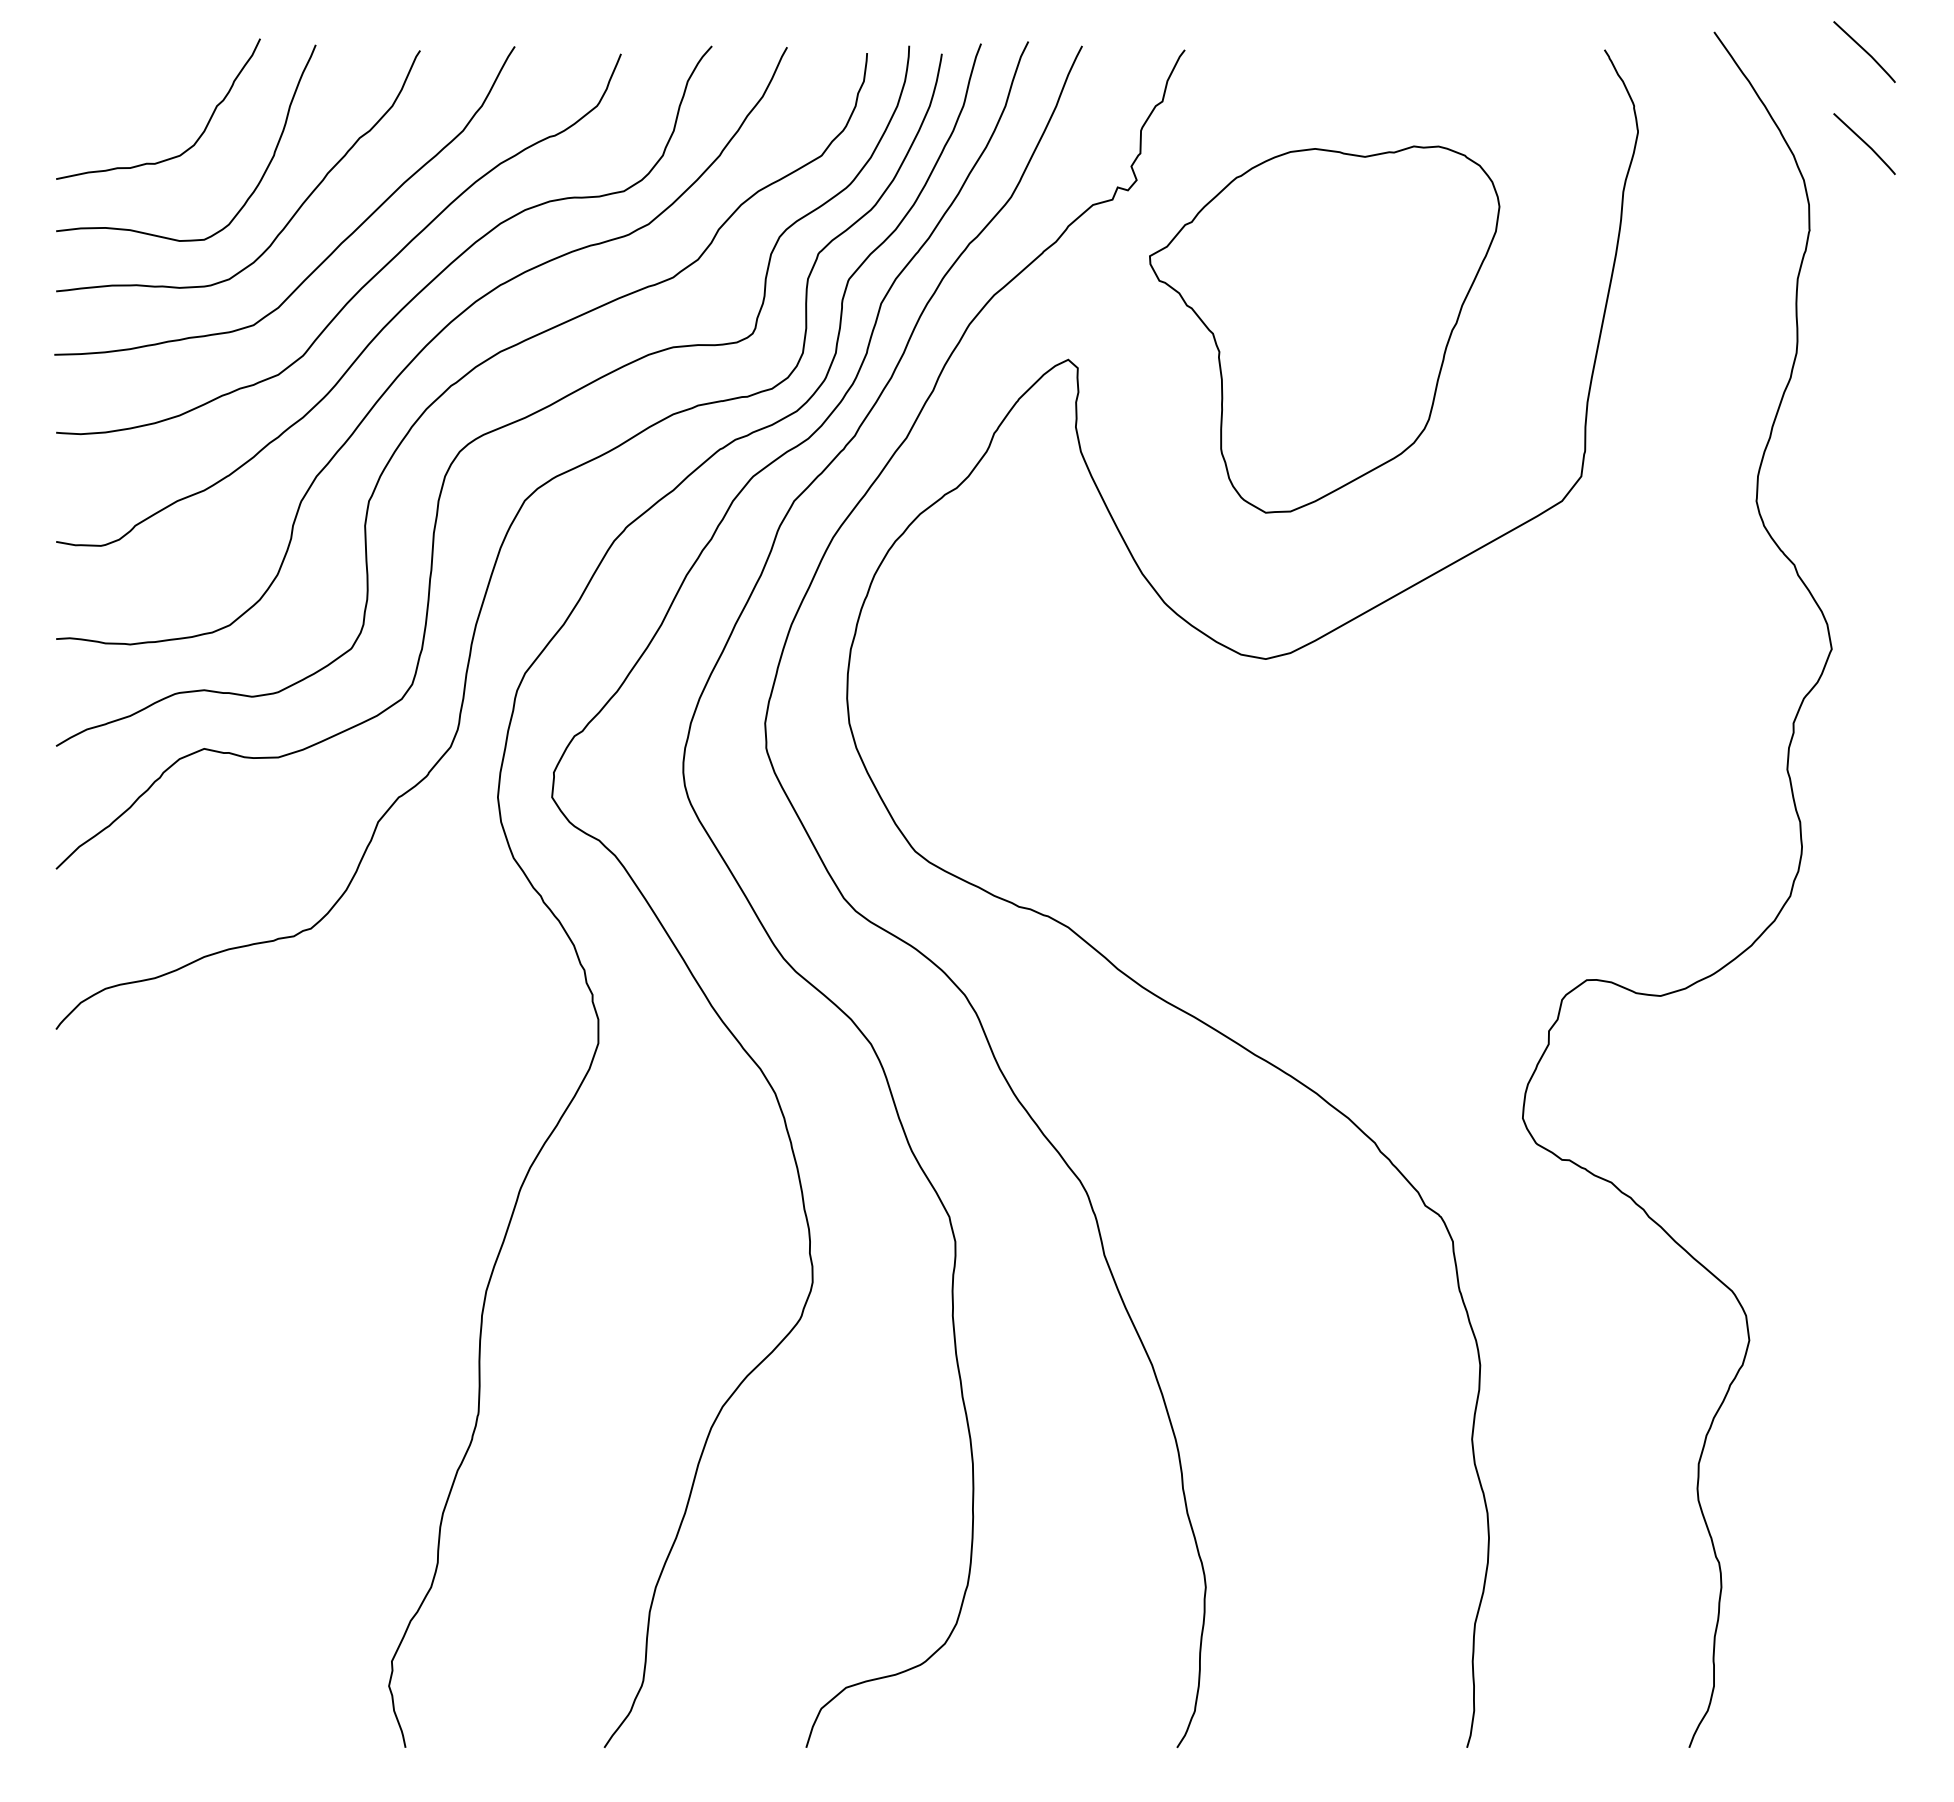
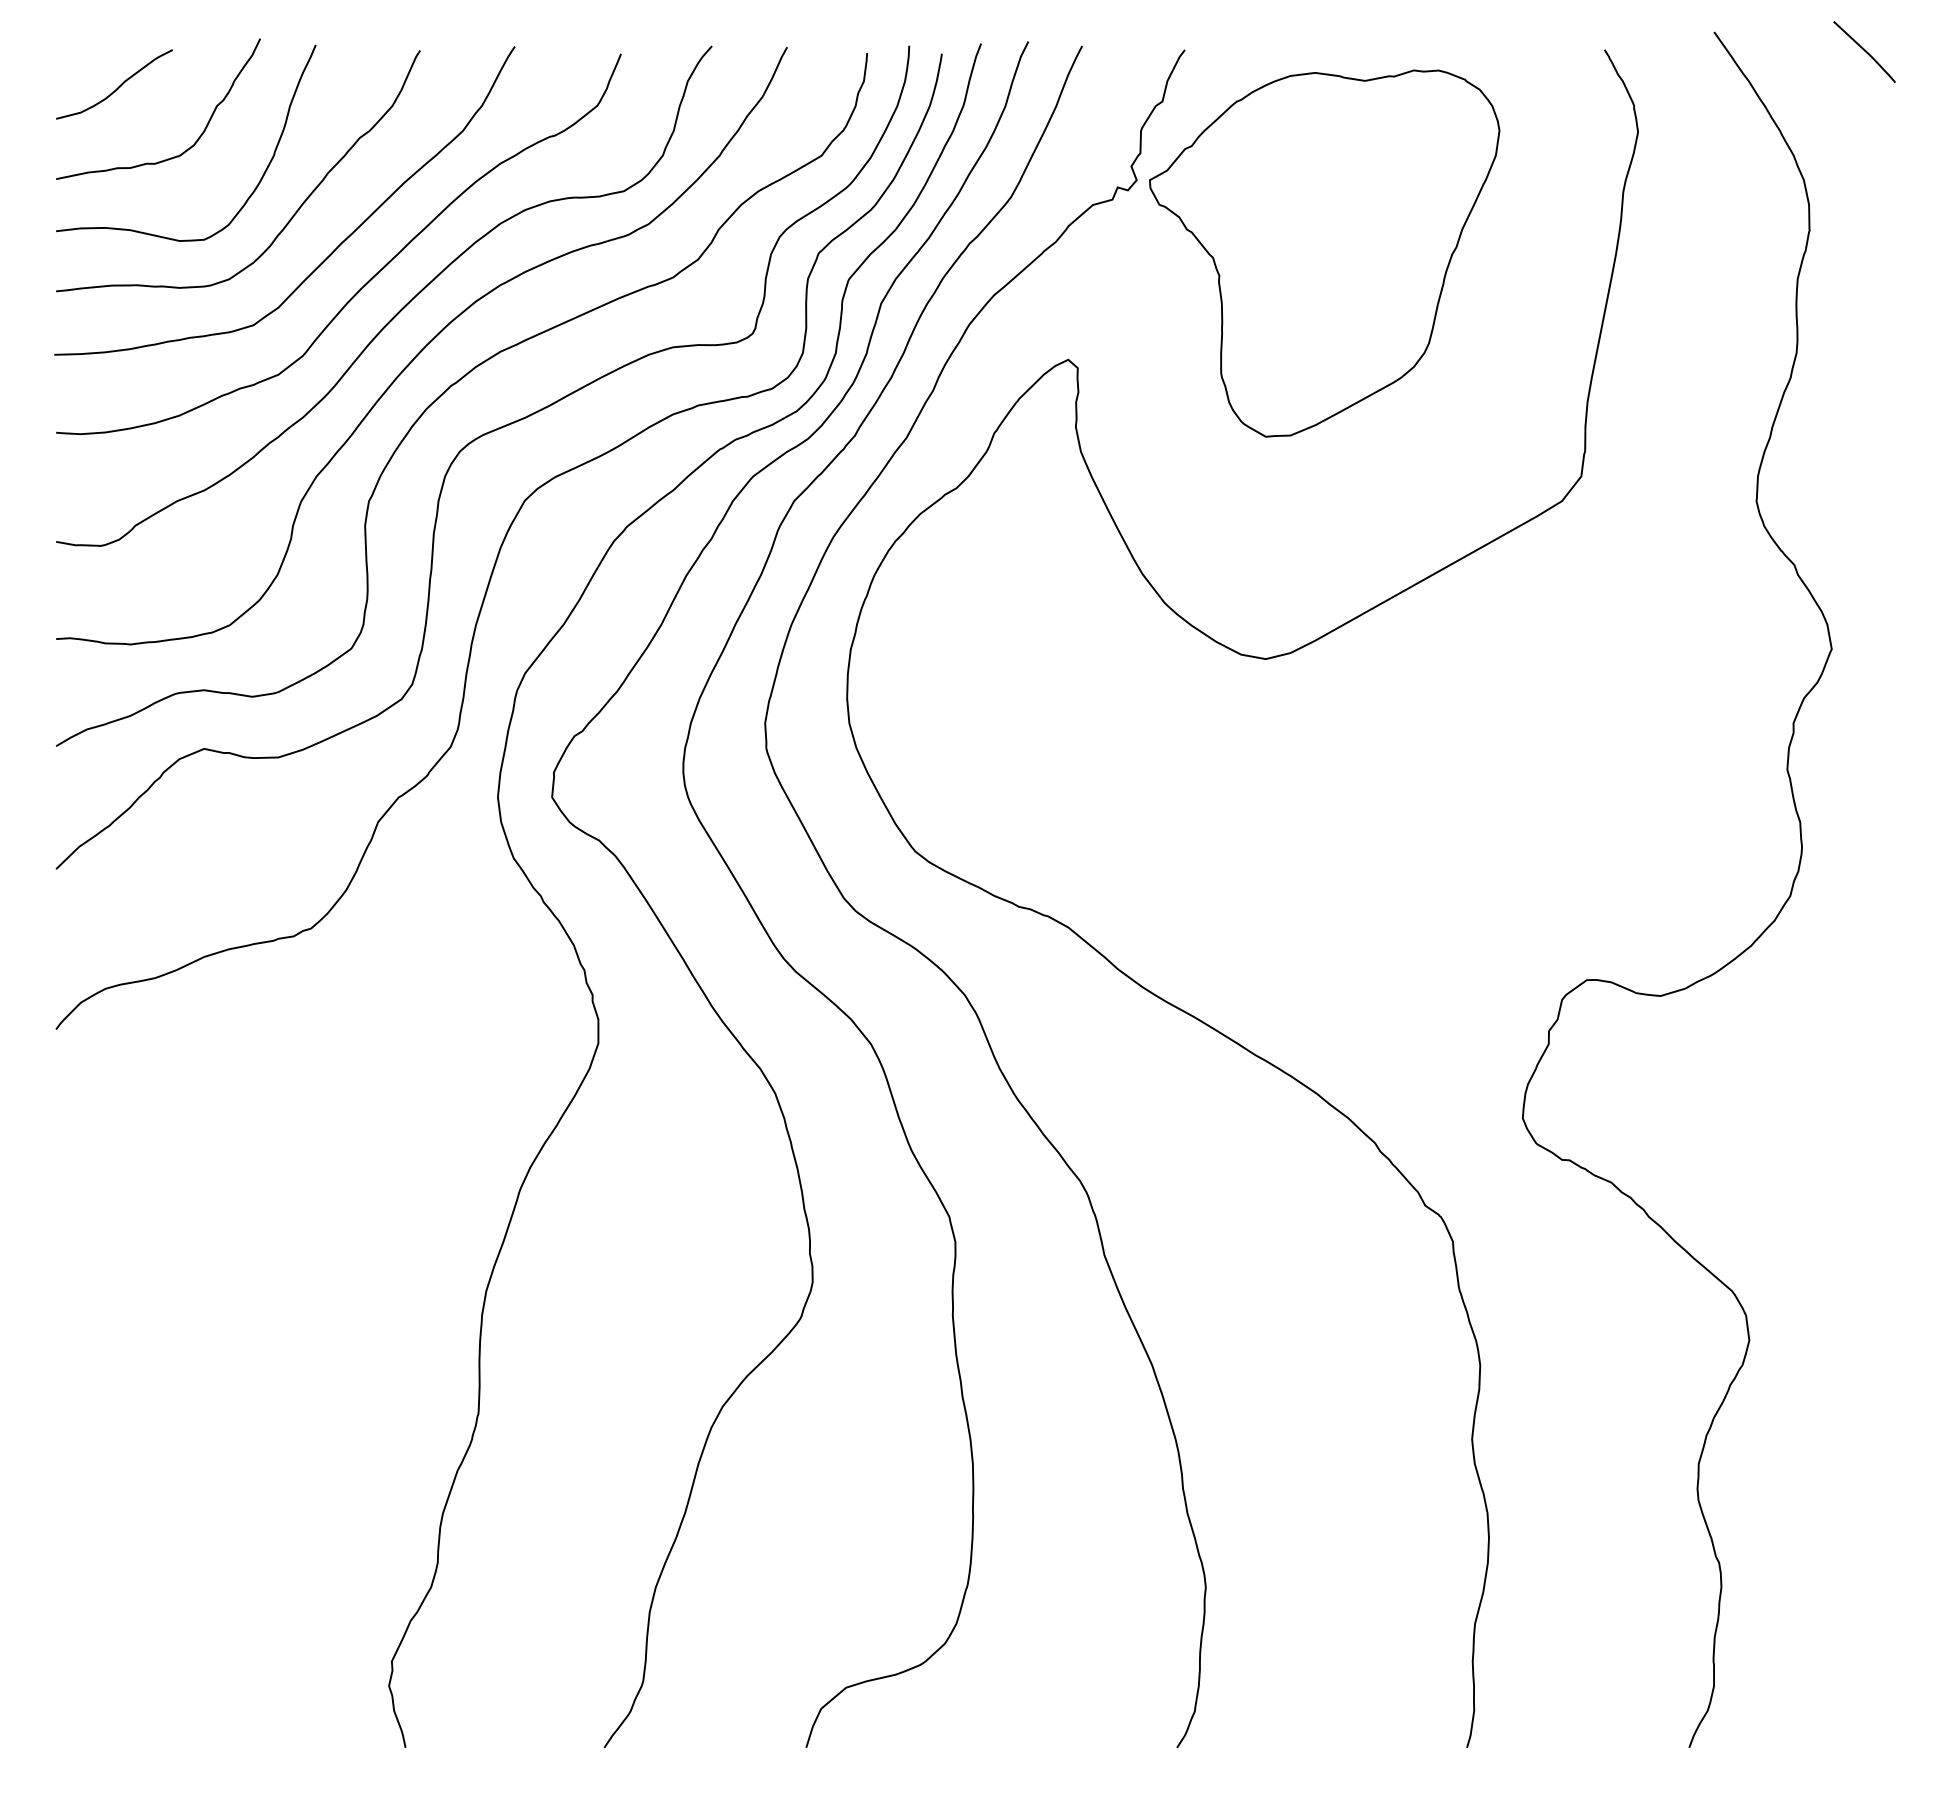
curve at (117, 87): none -> present
line at (1864, 143): present -> none
part at (1324, 329) position: (1324, 329) -> (1324, 253)
